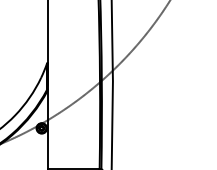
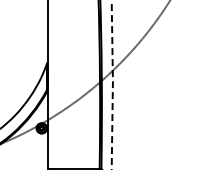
line at (112, 84): solid -> dashed
